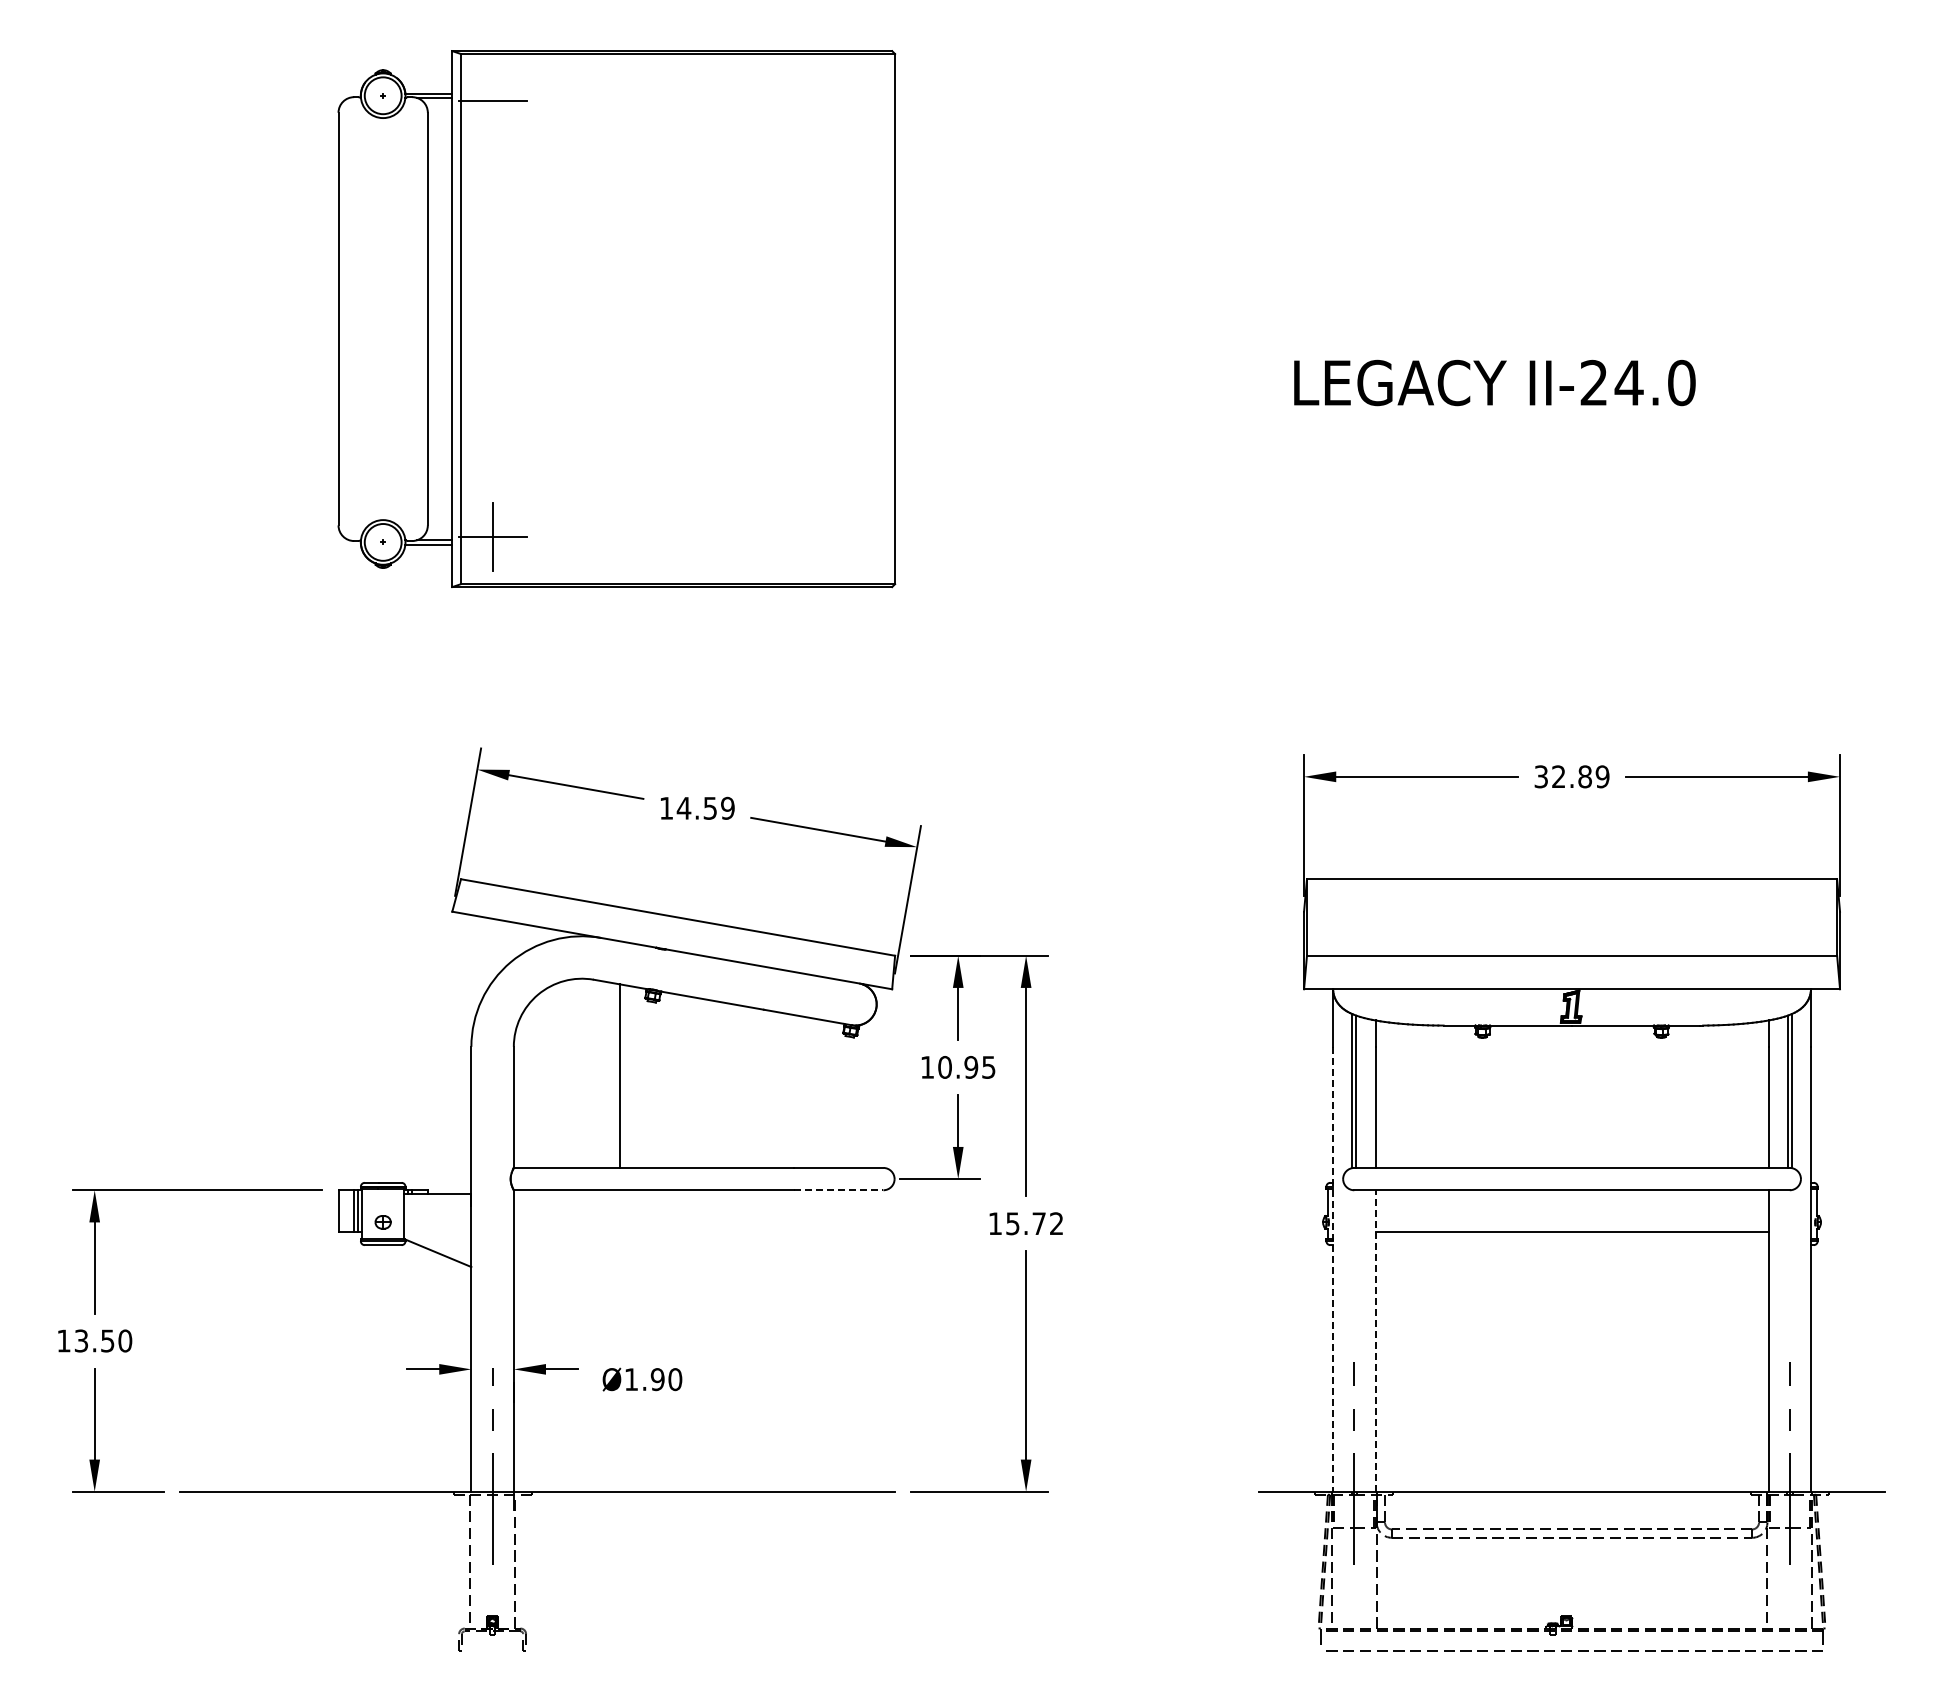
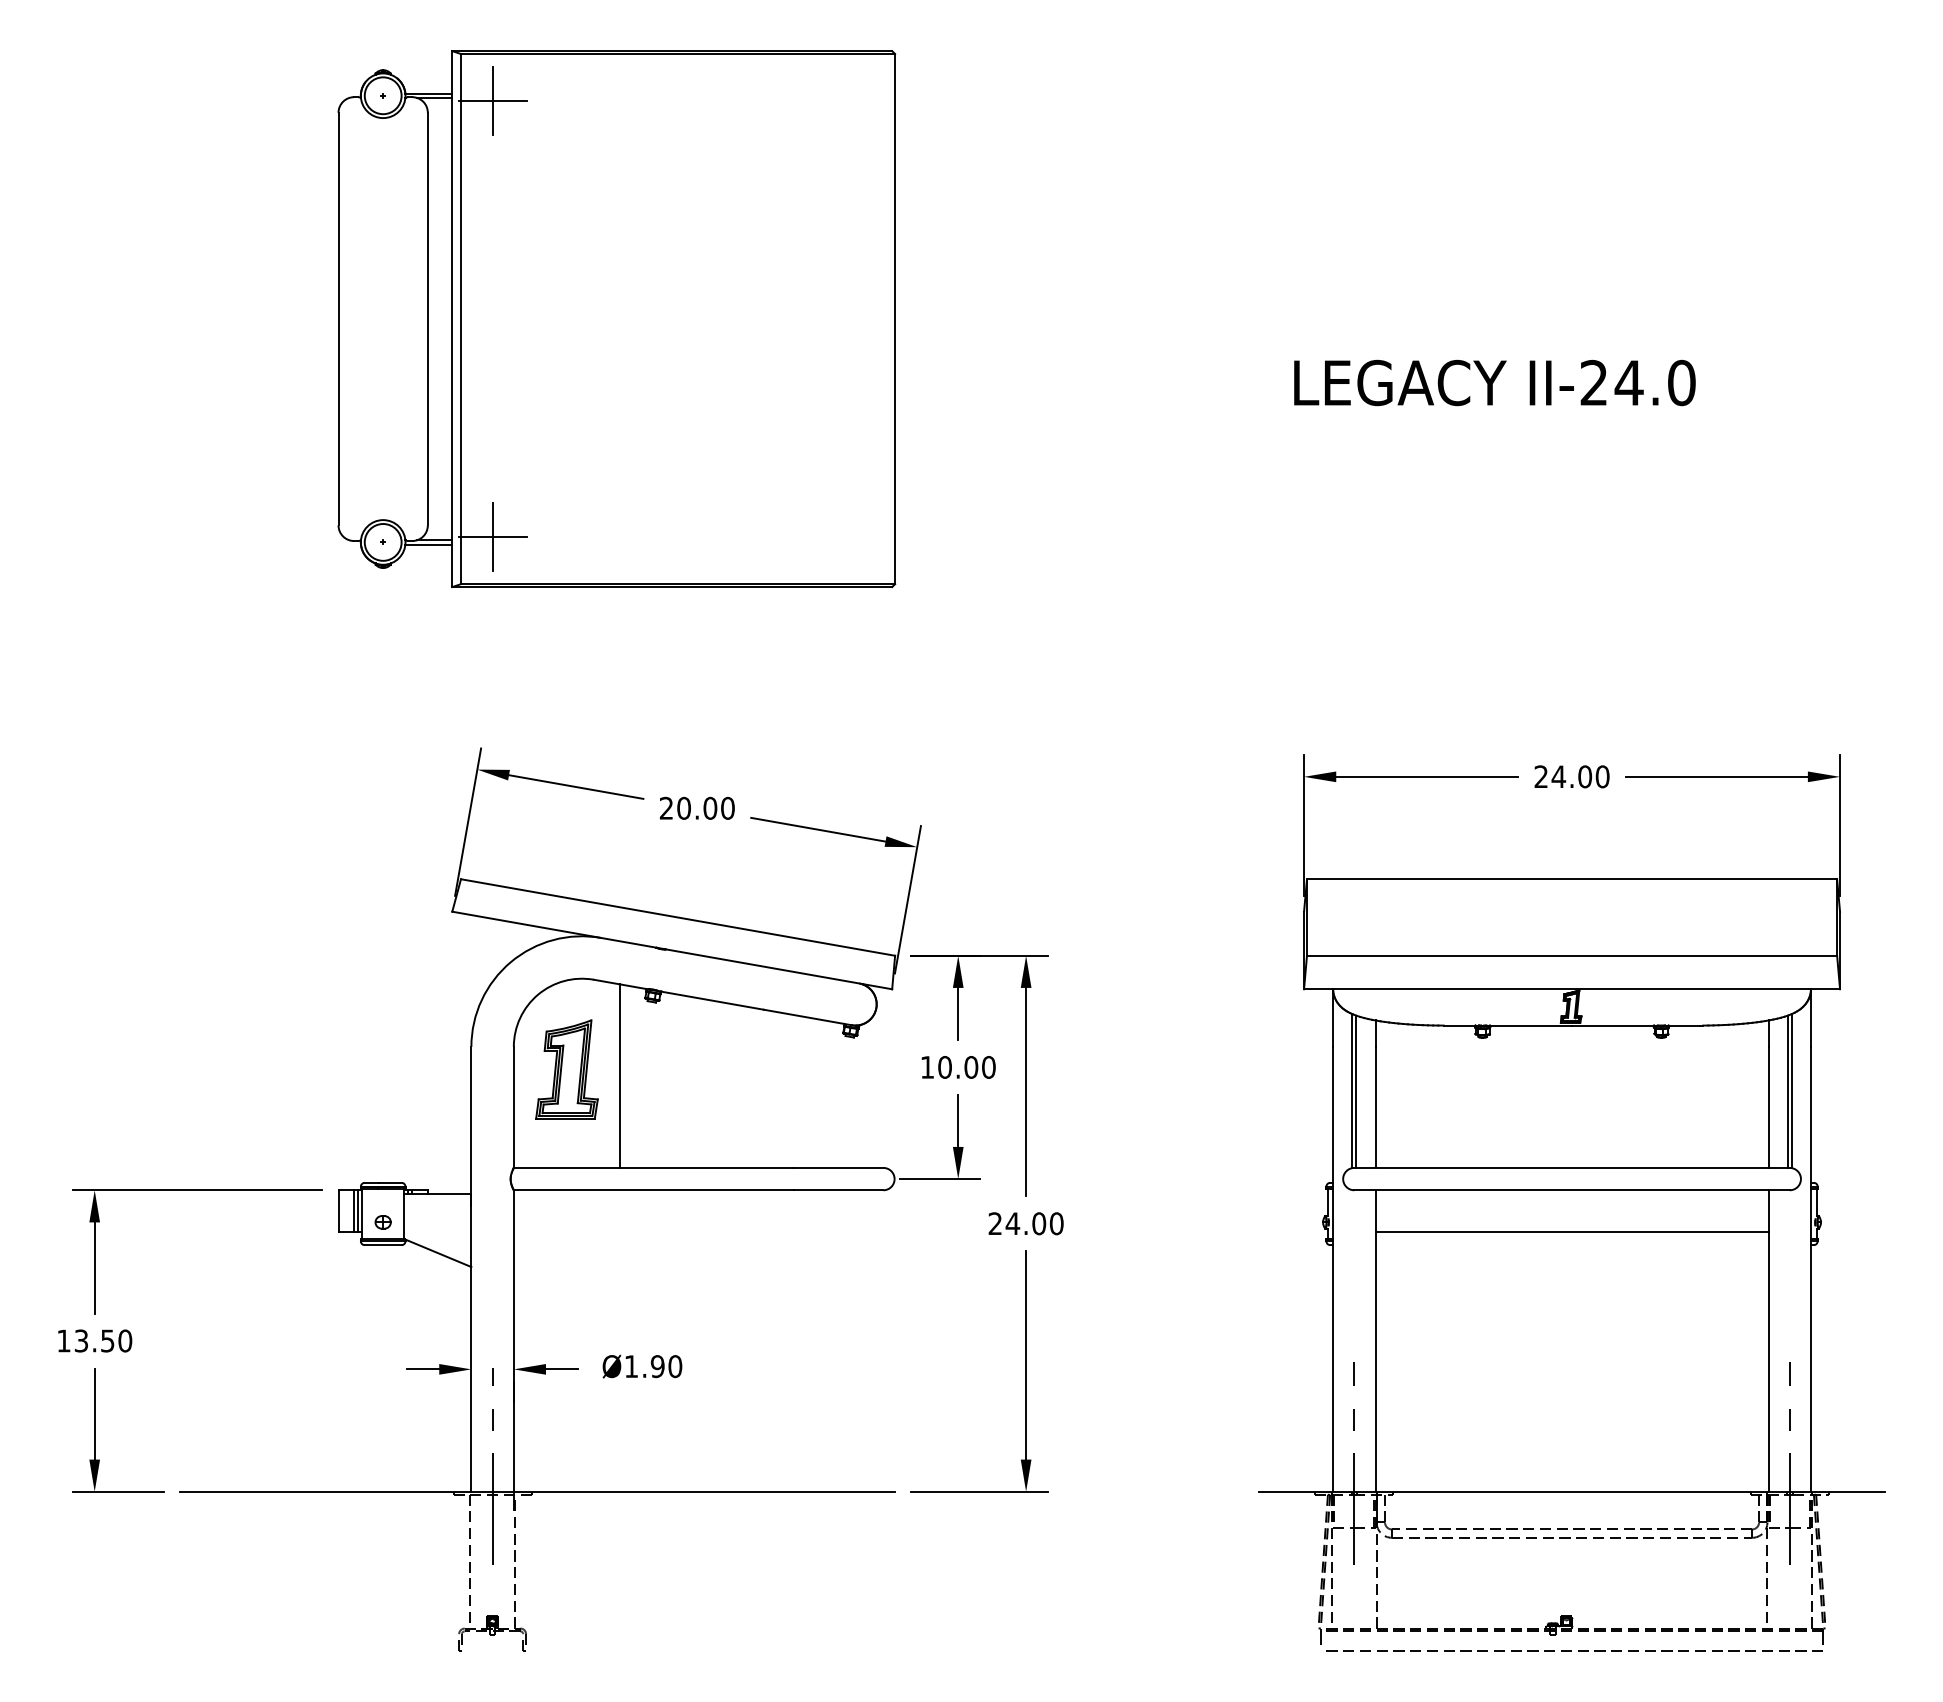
line at (492, 101): none -> present
text at (1571, 776): 32.89 -> 24.00
text at (696, 807): 14.59 -> 20.00
text at (979, 1067): 10.95 -> 10.00
part at (566, 1069): none -> present
line at (838, 1190): dashed -> solid
text at (1025, 1223): 15.72 -> 24.00
line at (1333, 1269): dashed -> solid
line at (1375, 1341): dashed -> solid
text at (642, 1379) position: (642, 1379) -> (642, 1366)
